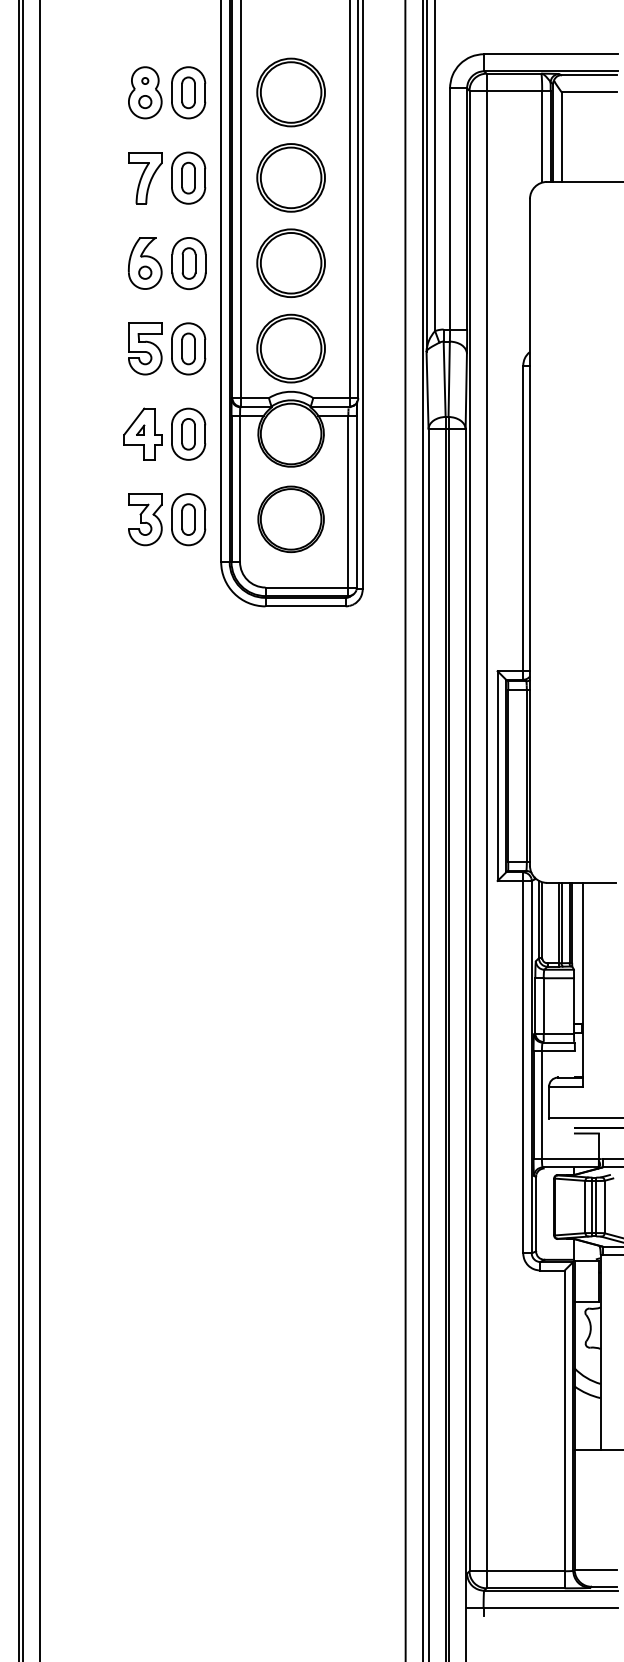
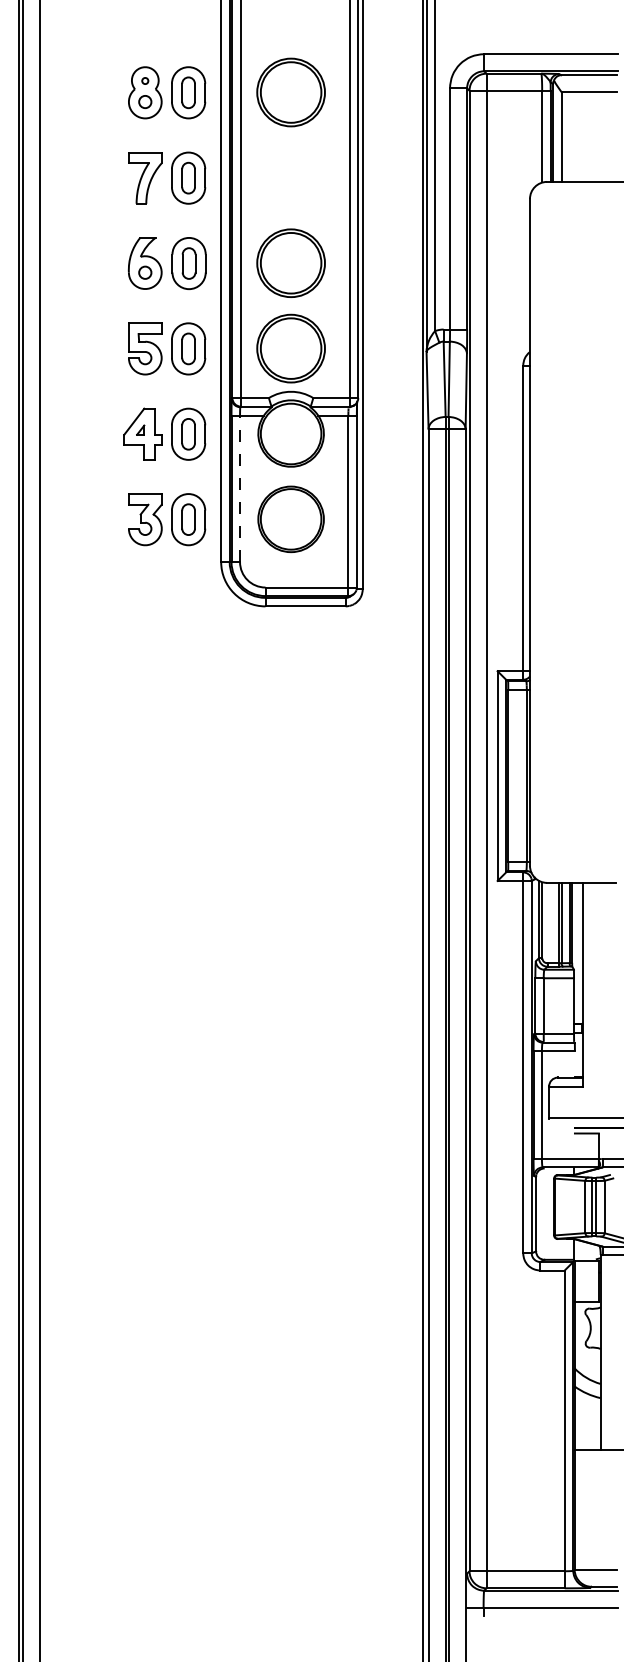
part at (290, 177): present -> none
line at (240, 488): solid -> dashed
line at (405, 830): present -> none
